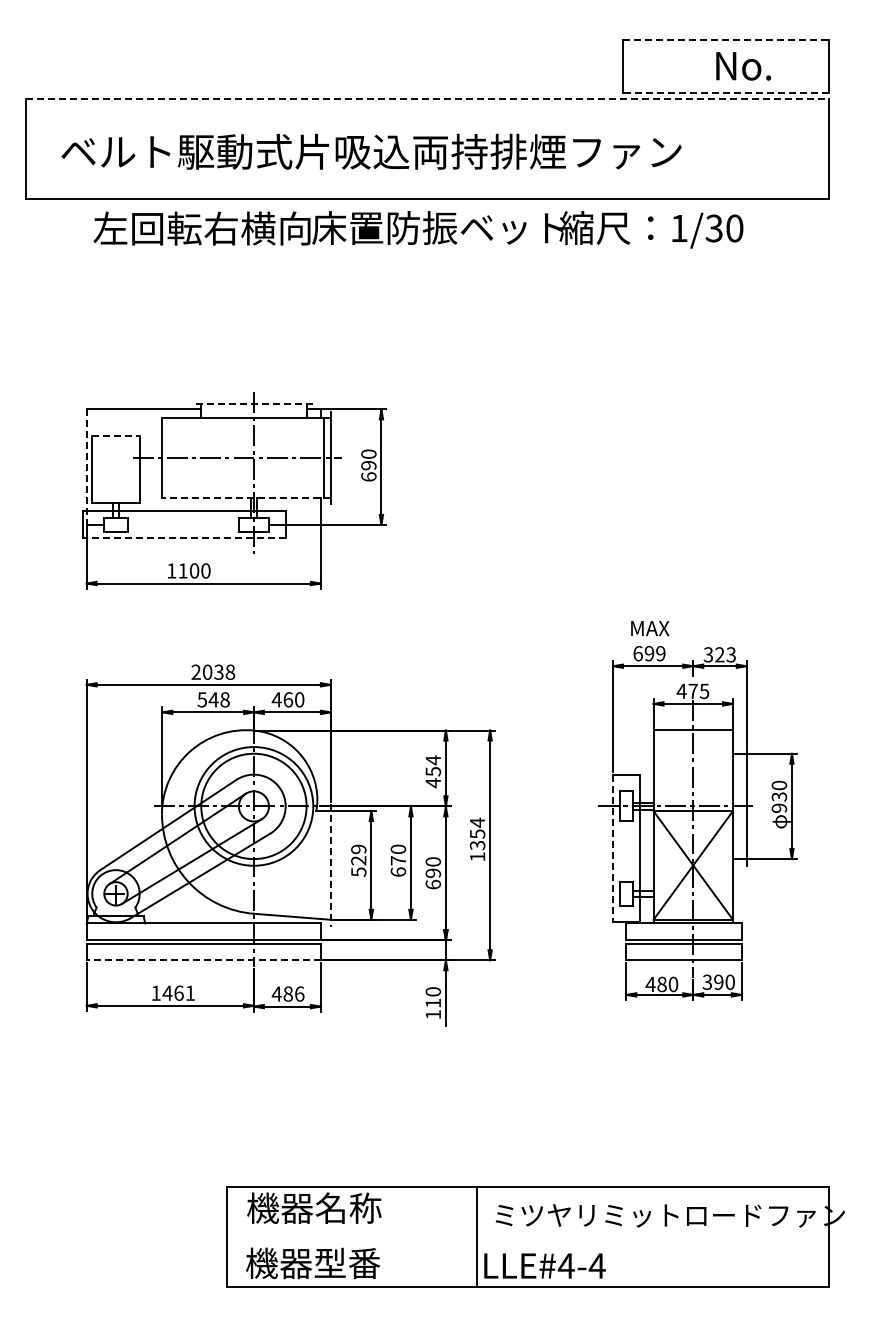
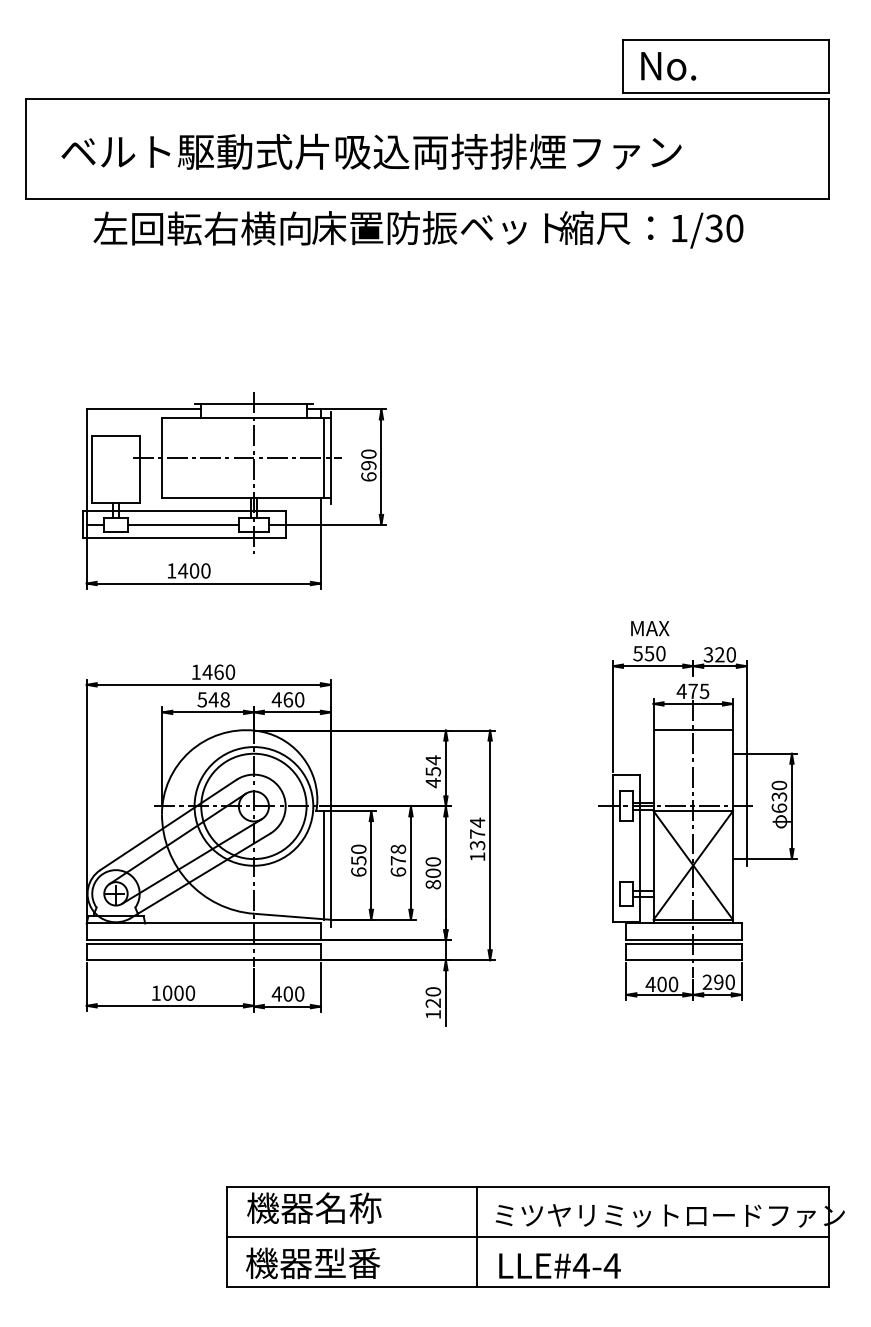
line at (725, 39): dashed -> solid
text at (743, 66) position: (743, 66) -> (668, 66)
line at (725, 92): dashed -> solid
line at (427, 98): dashed -> solid
line at (253, 404): dashed -> solid
line at (115, 435): dashed -> solid
line at (86, 467): dashed -> solid
line at (245, 497): dashed -> solid
line at (182, 524): none -> present
line at (184, 538): dashed -> solid
text at (183, 570): 1100 -> 1400
text at (649, 653): 699 -> 550
text at (730, 654): 323 -> 320
text at (213, 671): 2038 -> 1460
text at (779, 807): 930 -> 630
text at (477, 833): 1354 -> 1374
text at (398, 848): 670 -> 678
line at (613, 848): dashed -> solid
text at (358, 860): 529 -> 650
line at (324, 865): none -> present
line at (330, 865): dashed -> solid
text at (432, 878): 690 -> 800
line at (203, 960): dashed -> solid
text at (707, 982): 390 -> 290
text at (661, 984): 480 -> 400
text at (178, 992): 1461 -> 1000
text at (293, 993): 486 -> 400
text at (432, 1002): 110 -> 120
line at (527, 1237): none -> present
text at (544, 1265) position: (544, 1265) -> (559, 1265)
